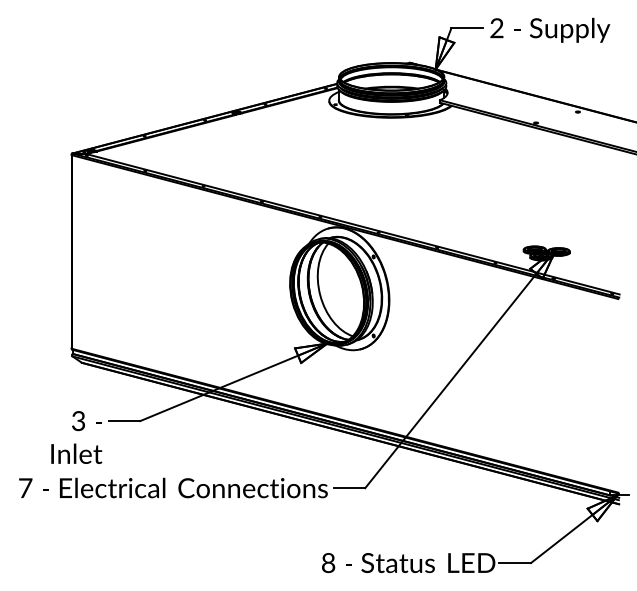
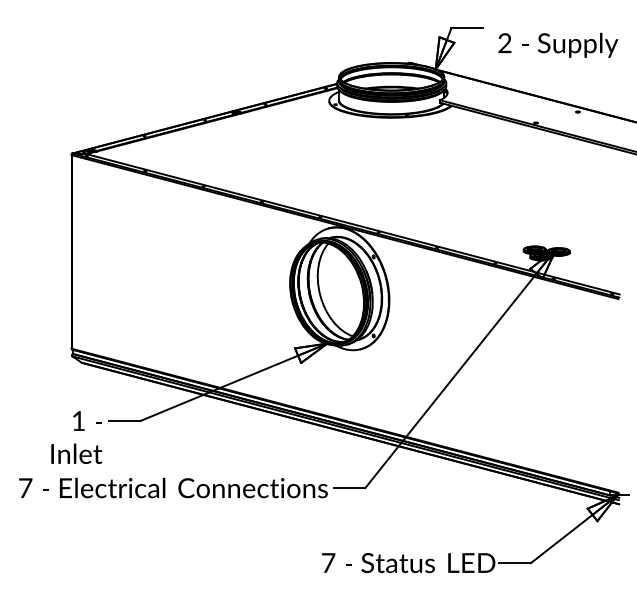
text at (550, 29) position: (550, 29) -> (558, 44)
text at (78, 421): 3 -> 1
text at (328, 563): 8 -> 7
